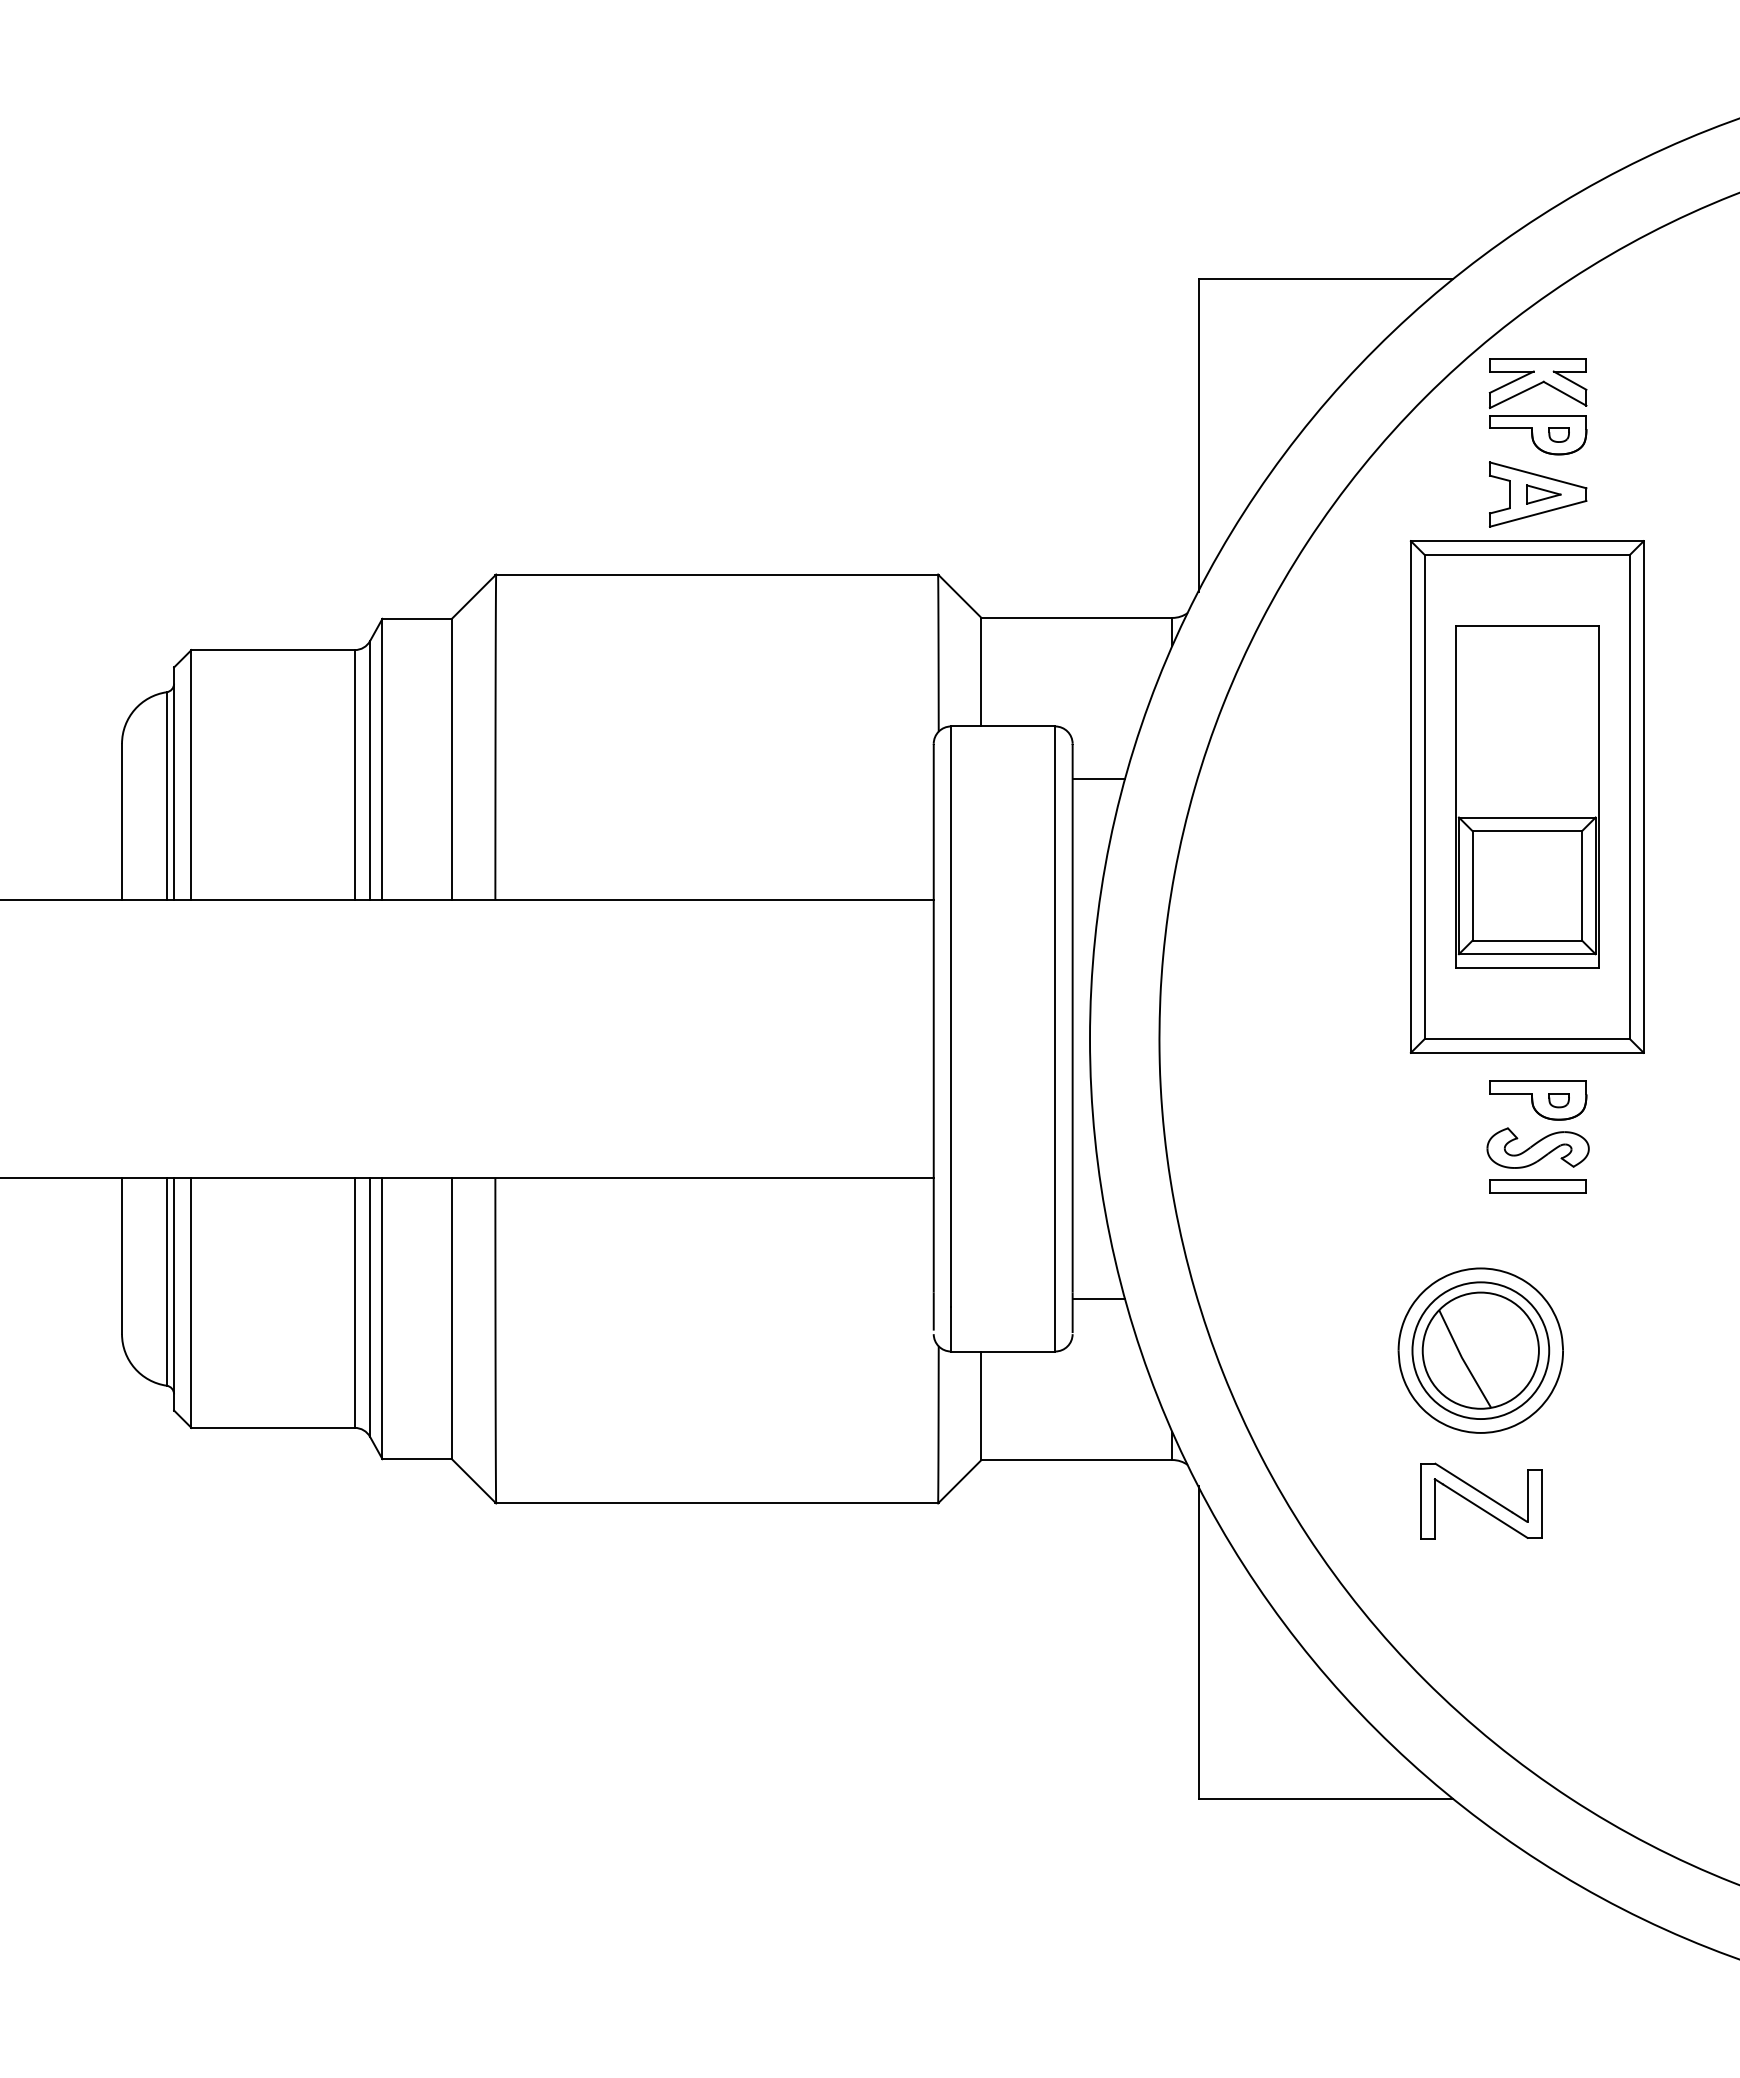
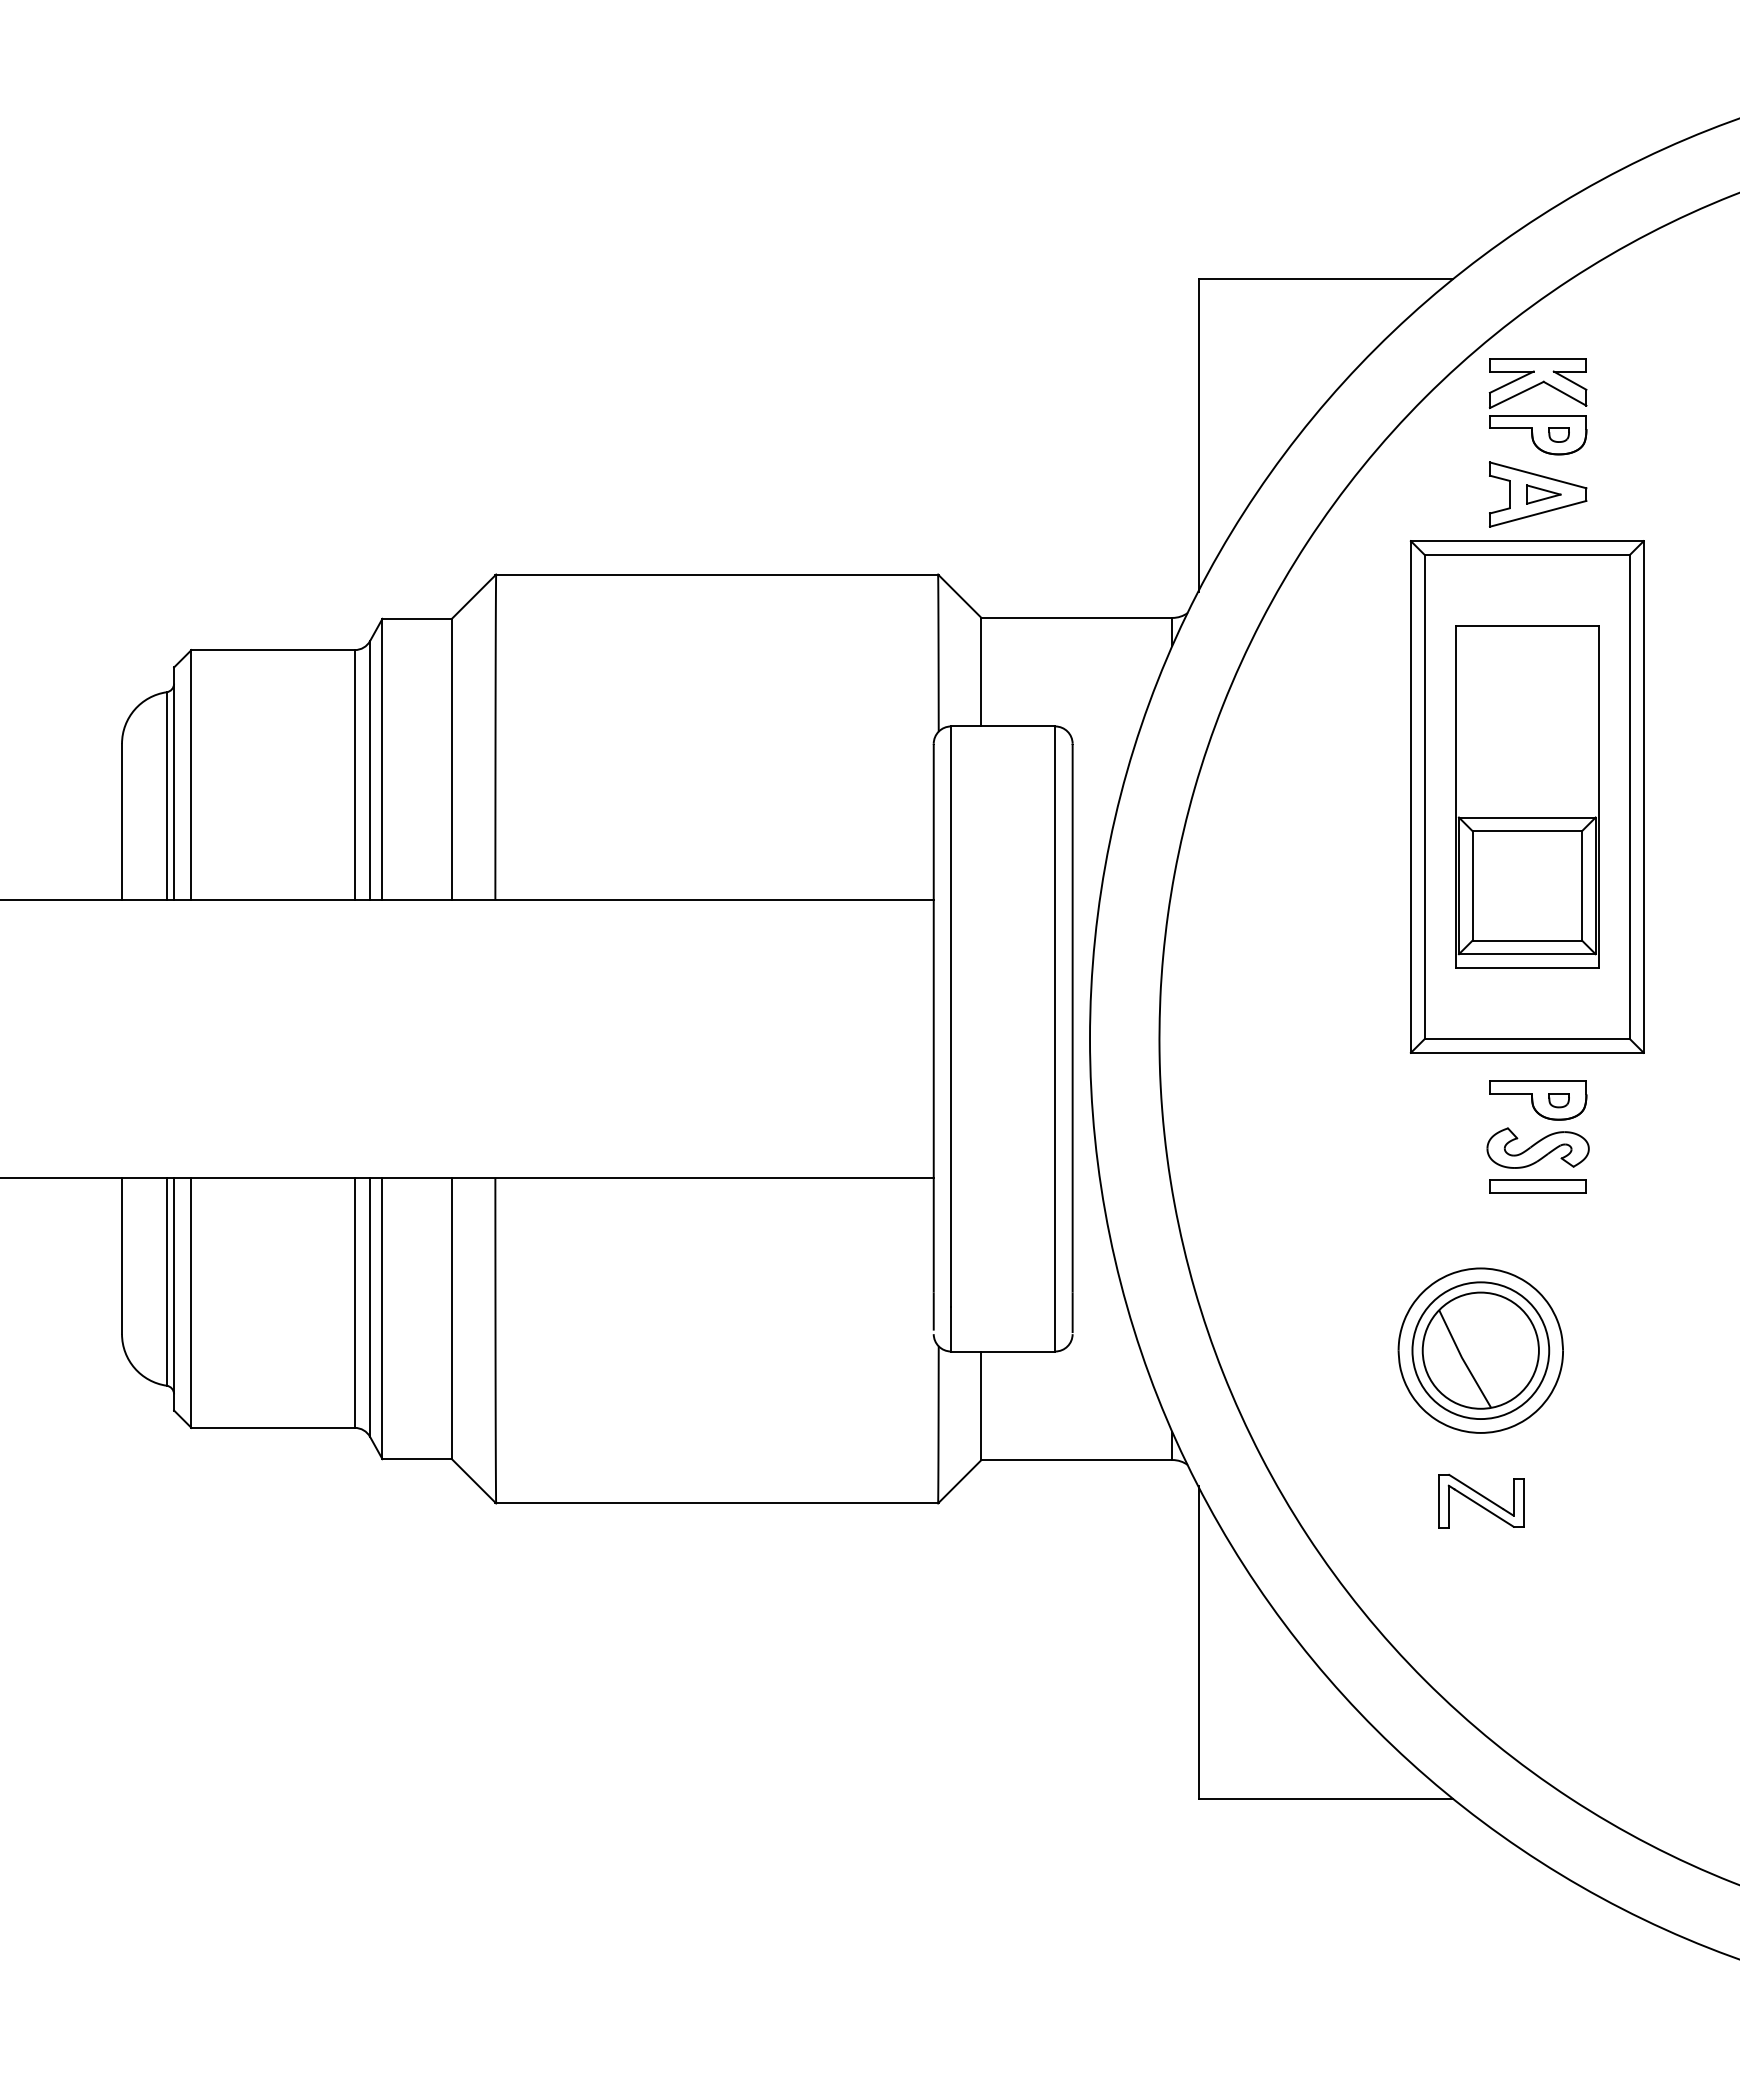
line at (1098, 778): present -> none
line at (1098, 1299): present -> none
part at (1481, 1500) size: 123x78 px -> 87x56 px
